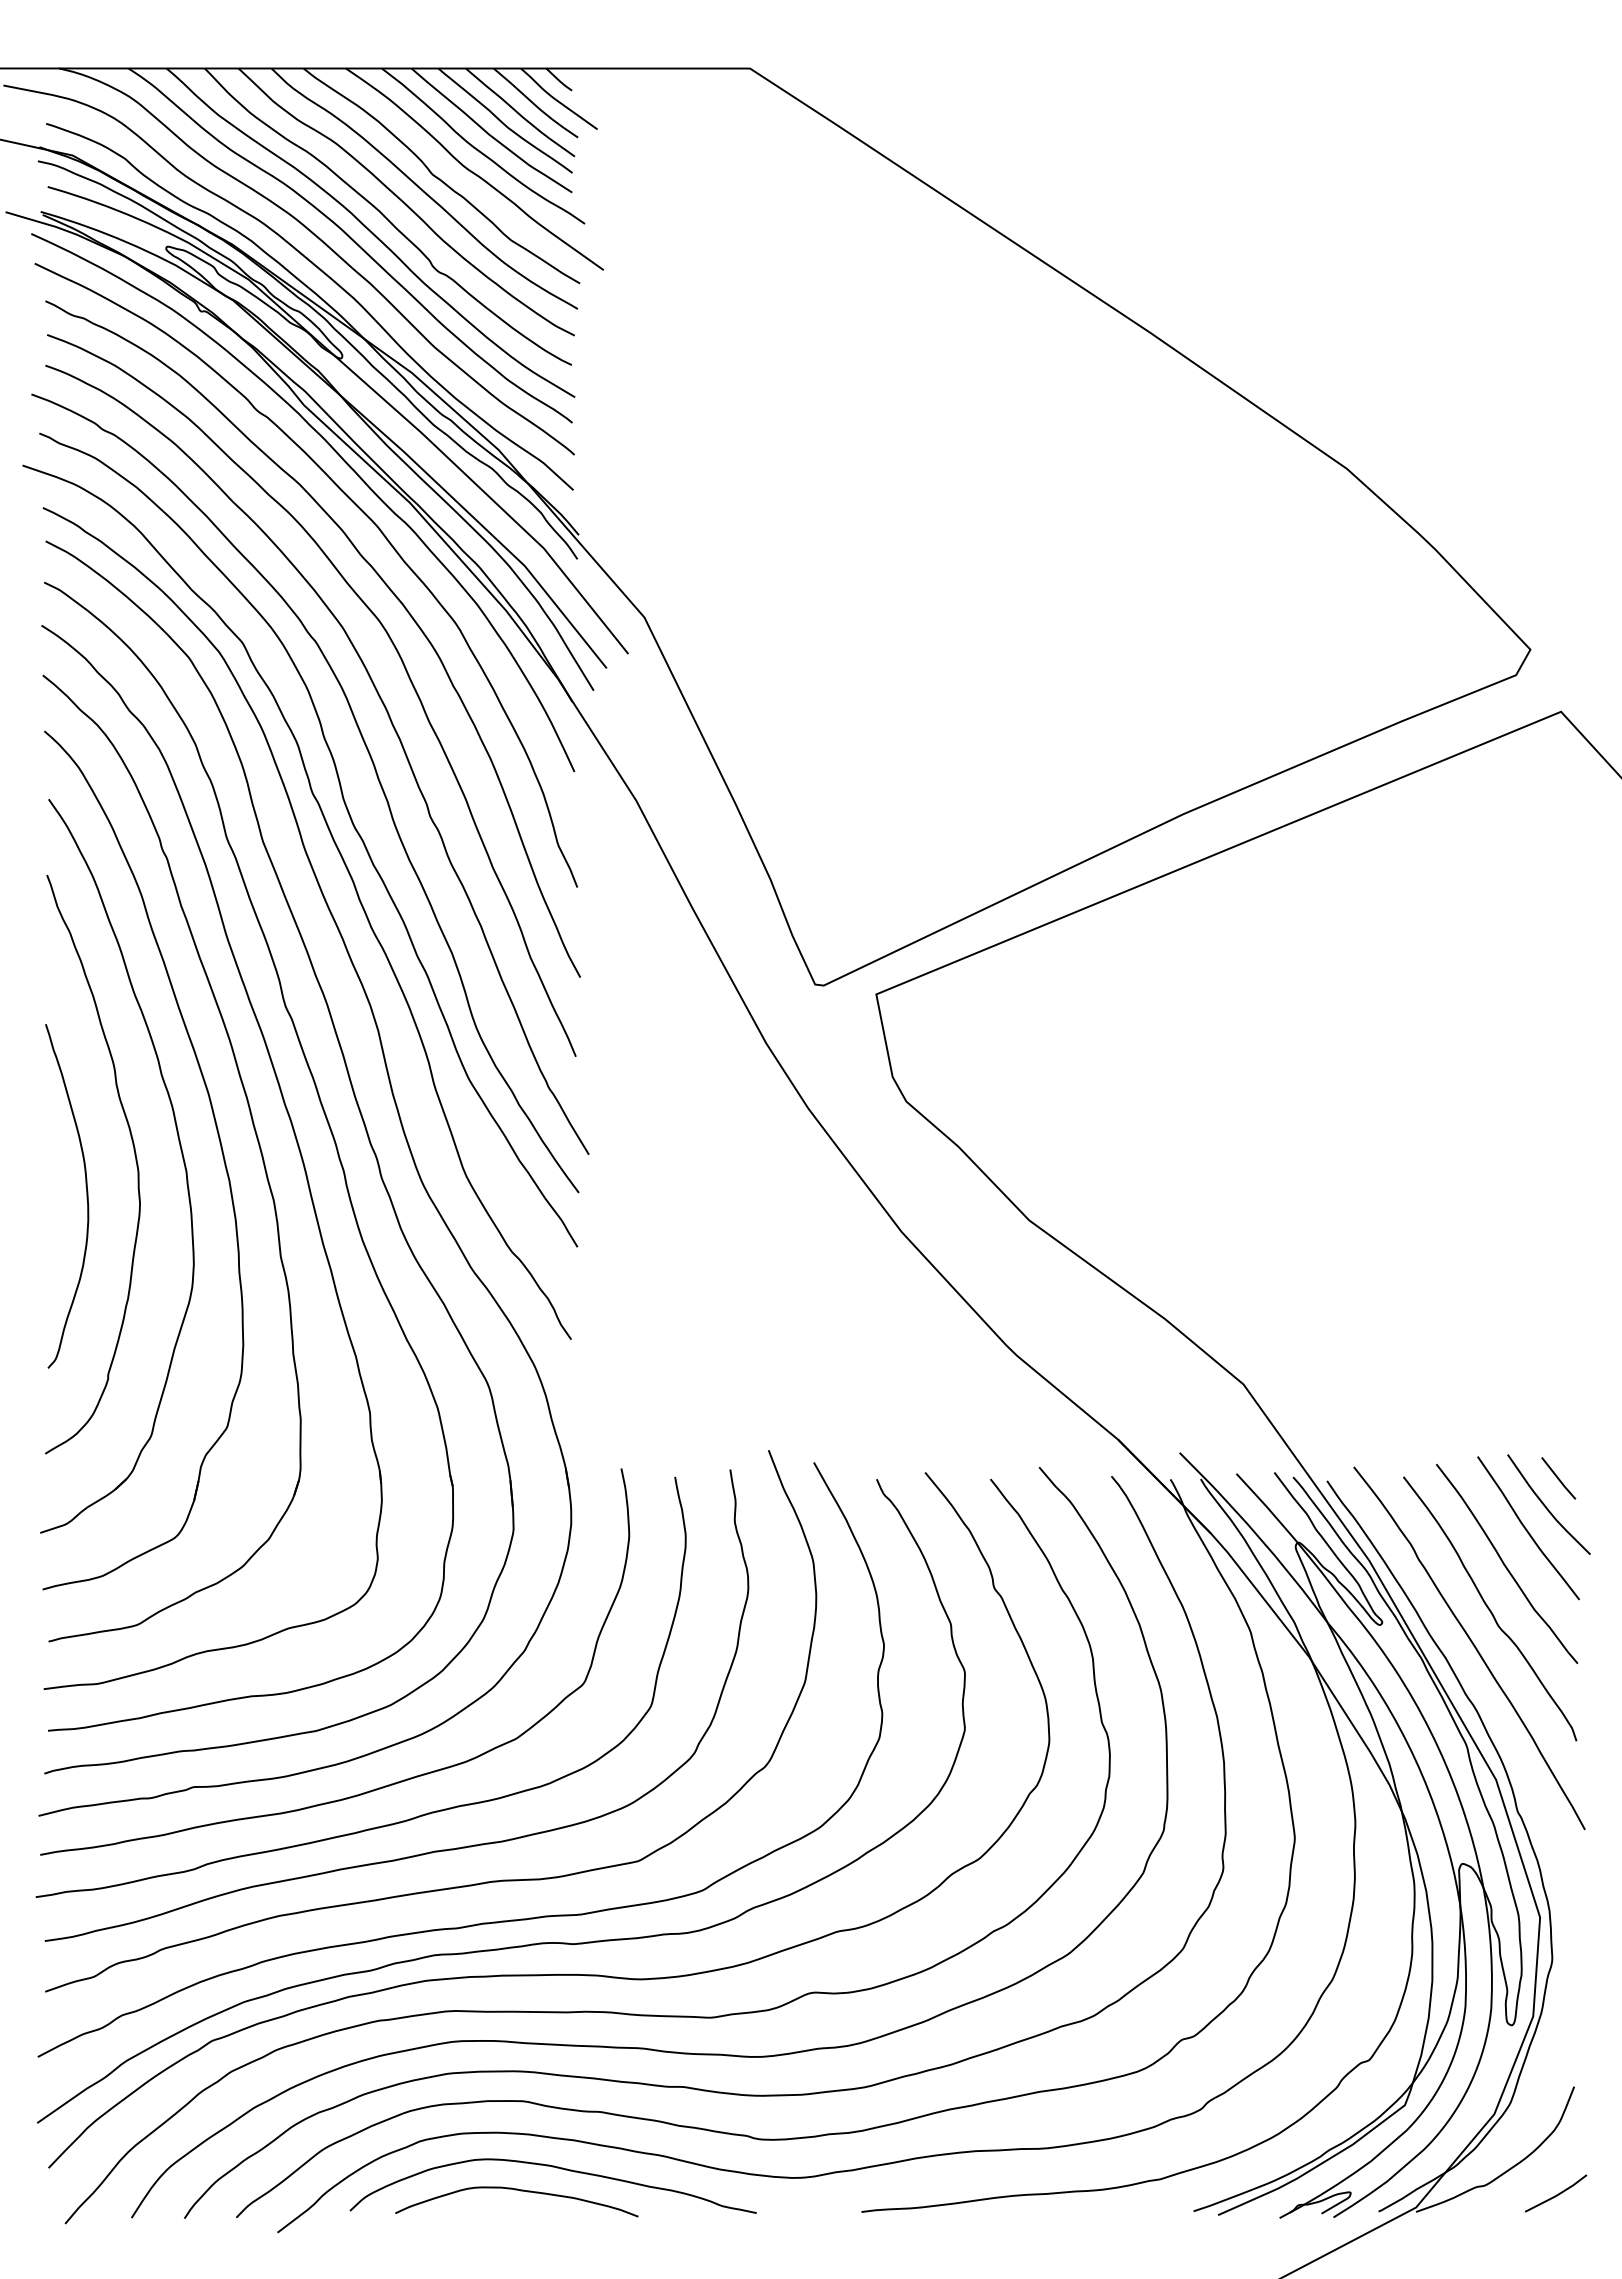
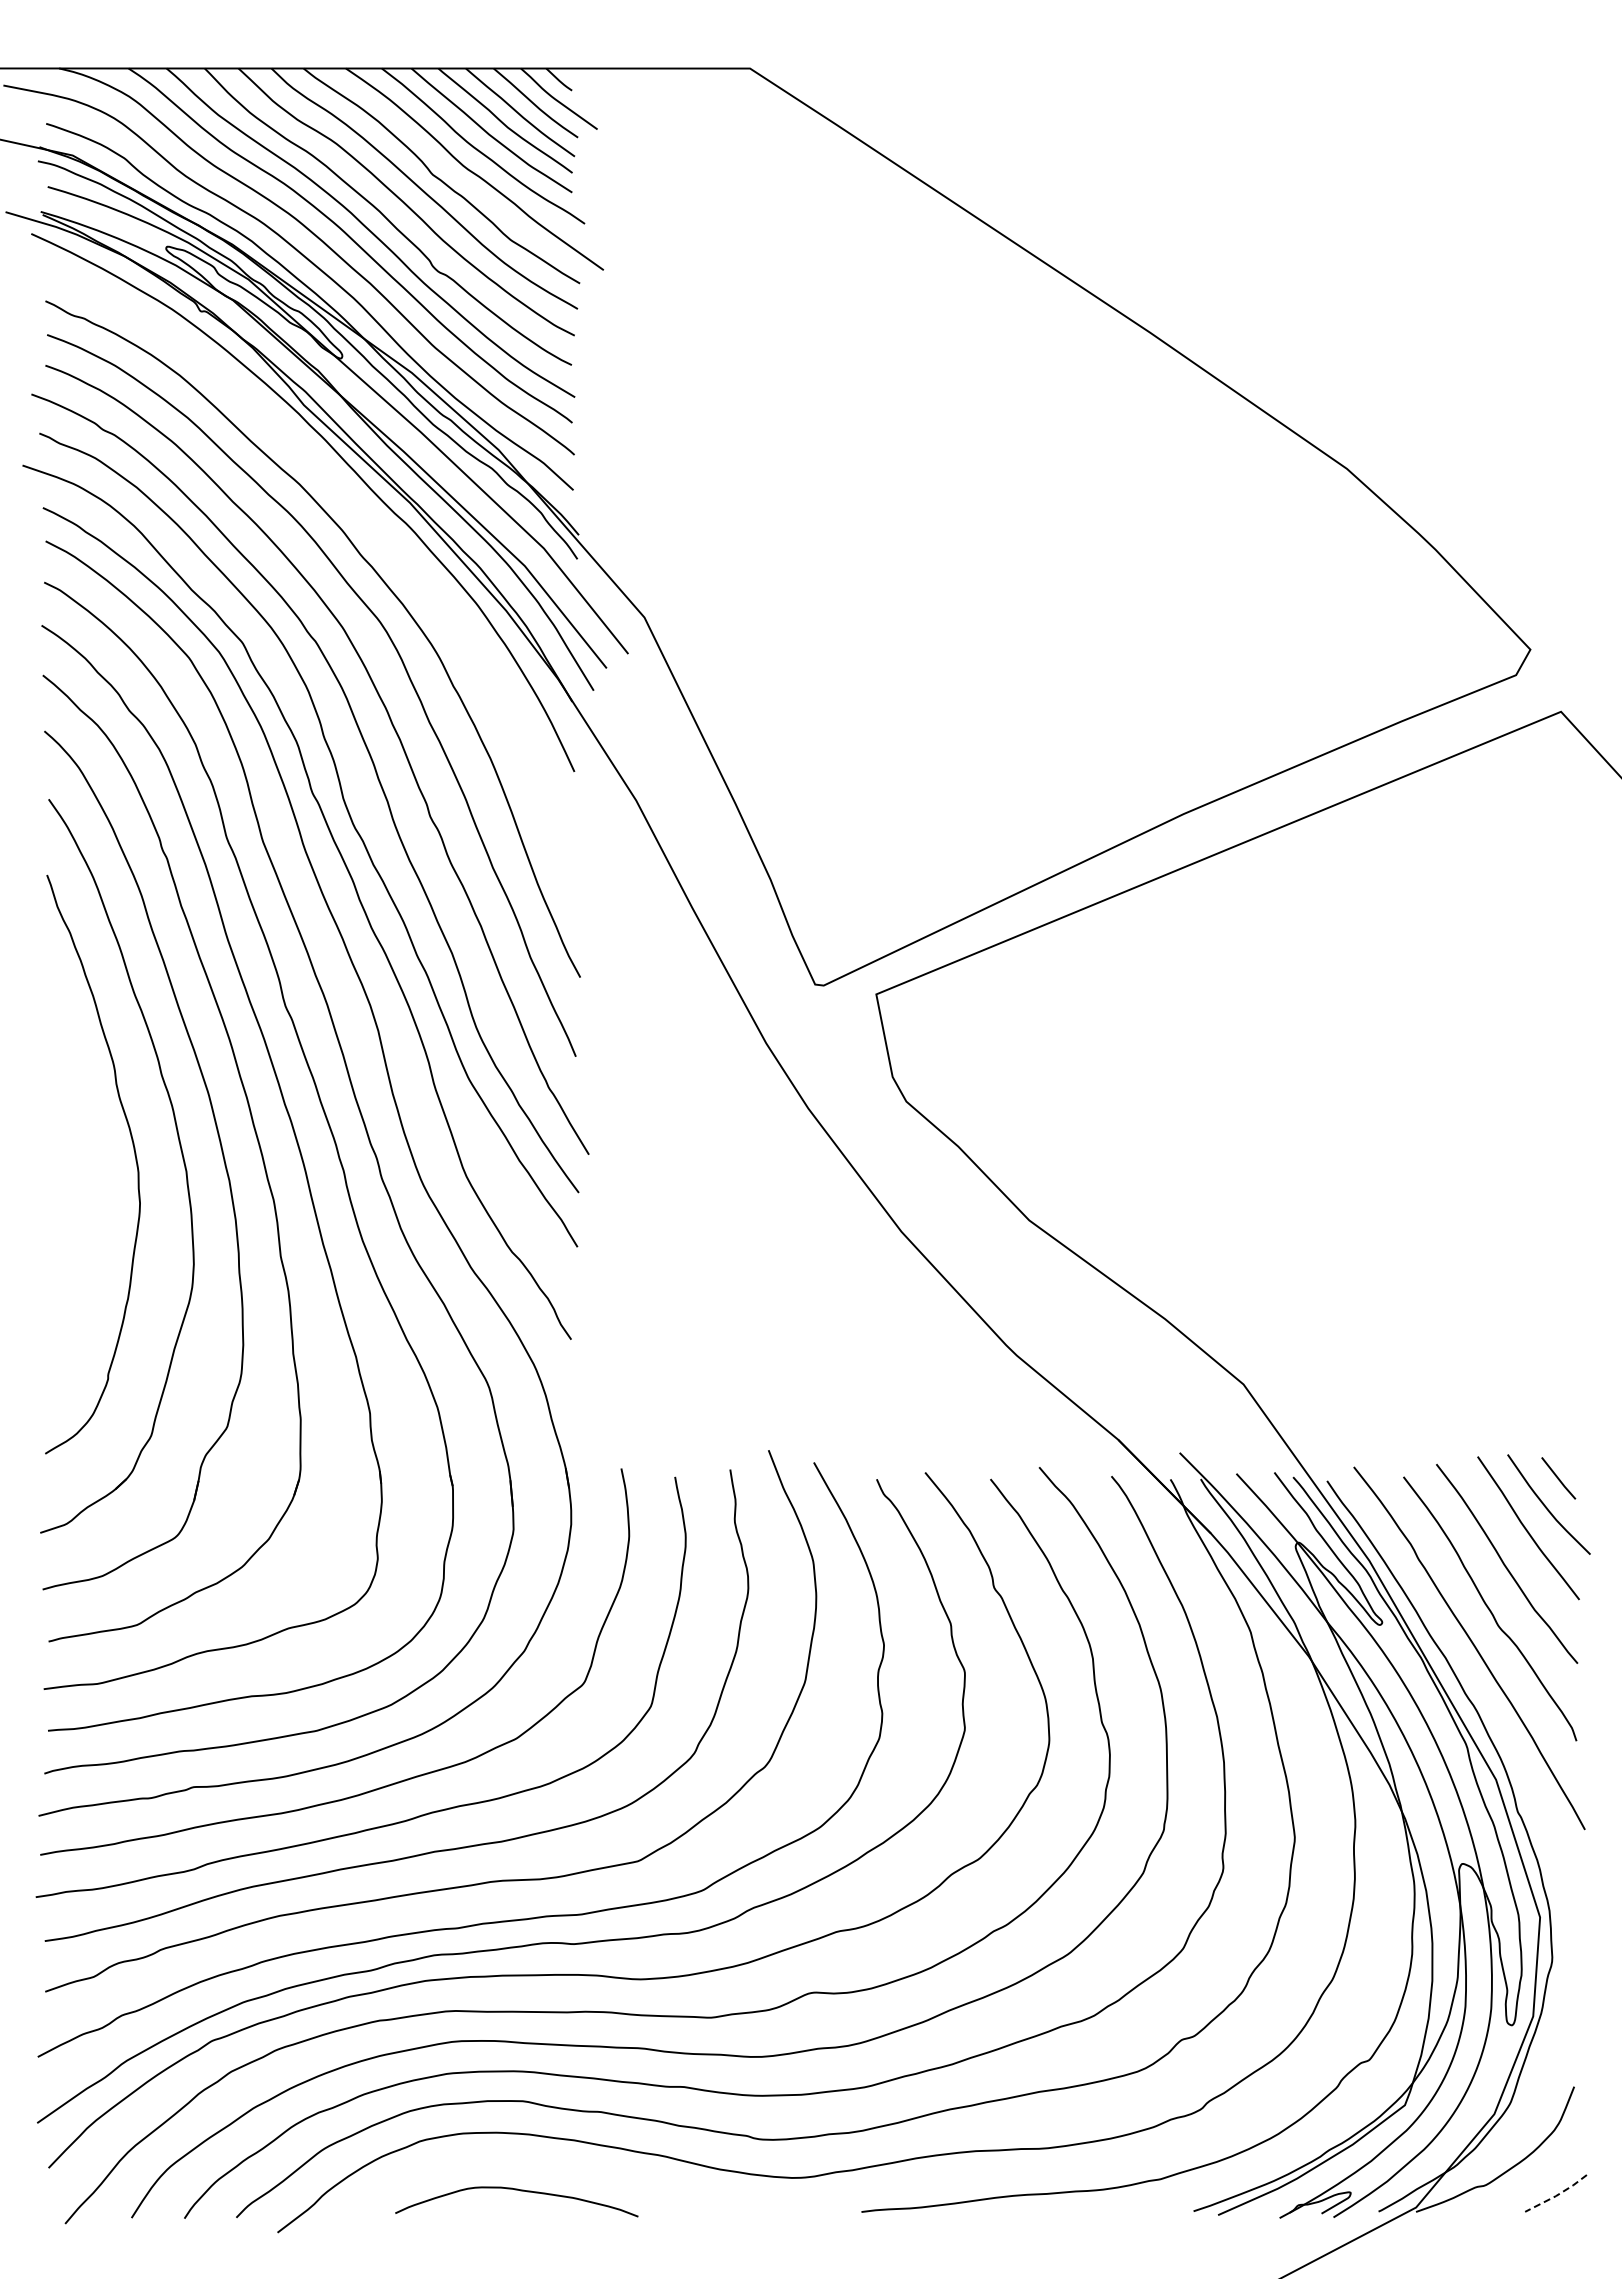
curve at (365, 515): present -> none
curve at (86, 1196): present -> none
curve at (556, 2168): present -> none
line at (1557, 2195): solid -> dashed
